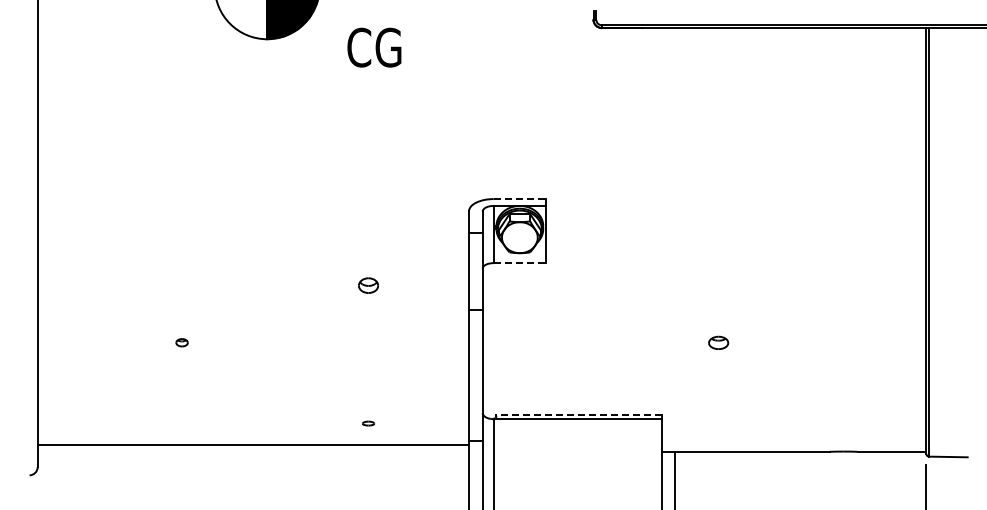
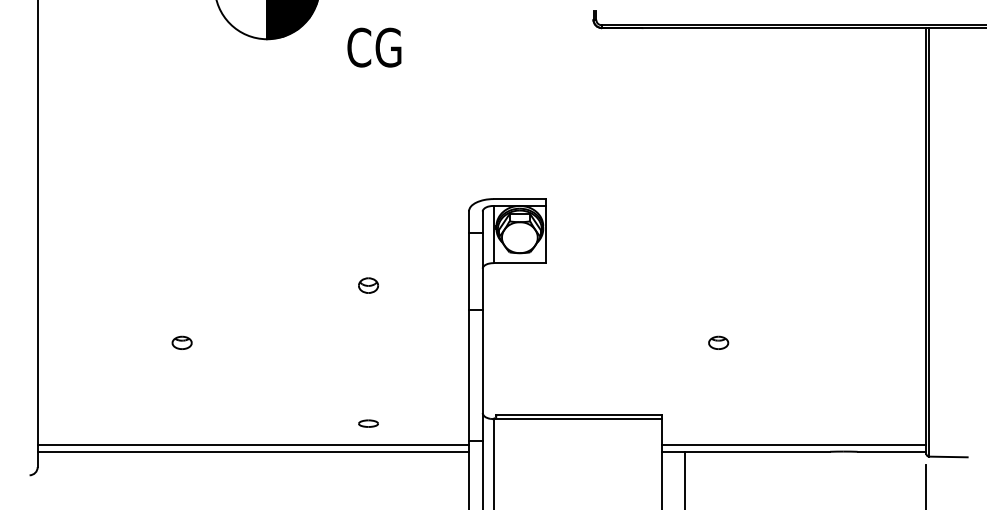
line at (520, 199): dashed -> solid
line at (520, 263): dashed -> solid
part at (181, 342) size: 14x10 px -> 22x15 px
line at (579, 414): dashed -> solid
part at (368, 423) size: 14x7 px -> 21x9 px
line at (793, 444): none -> present
line at (252, 451): none -> present
line at (674, 478) position: (674, 478) -> (684, 478)
